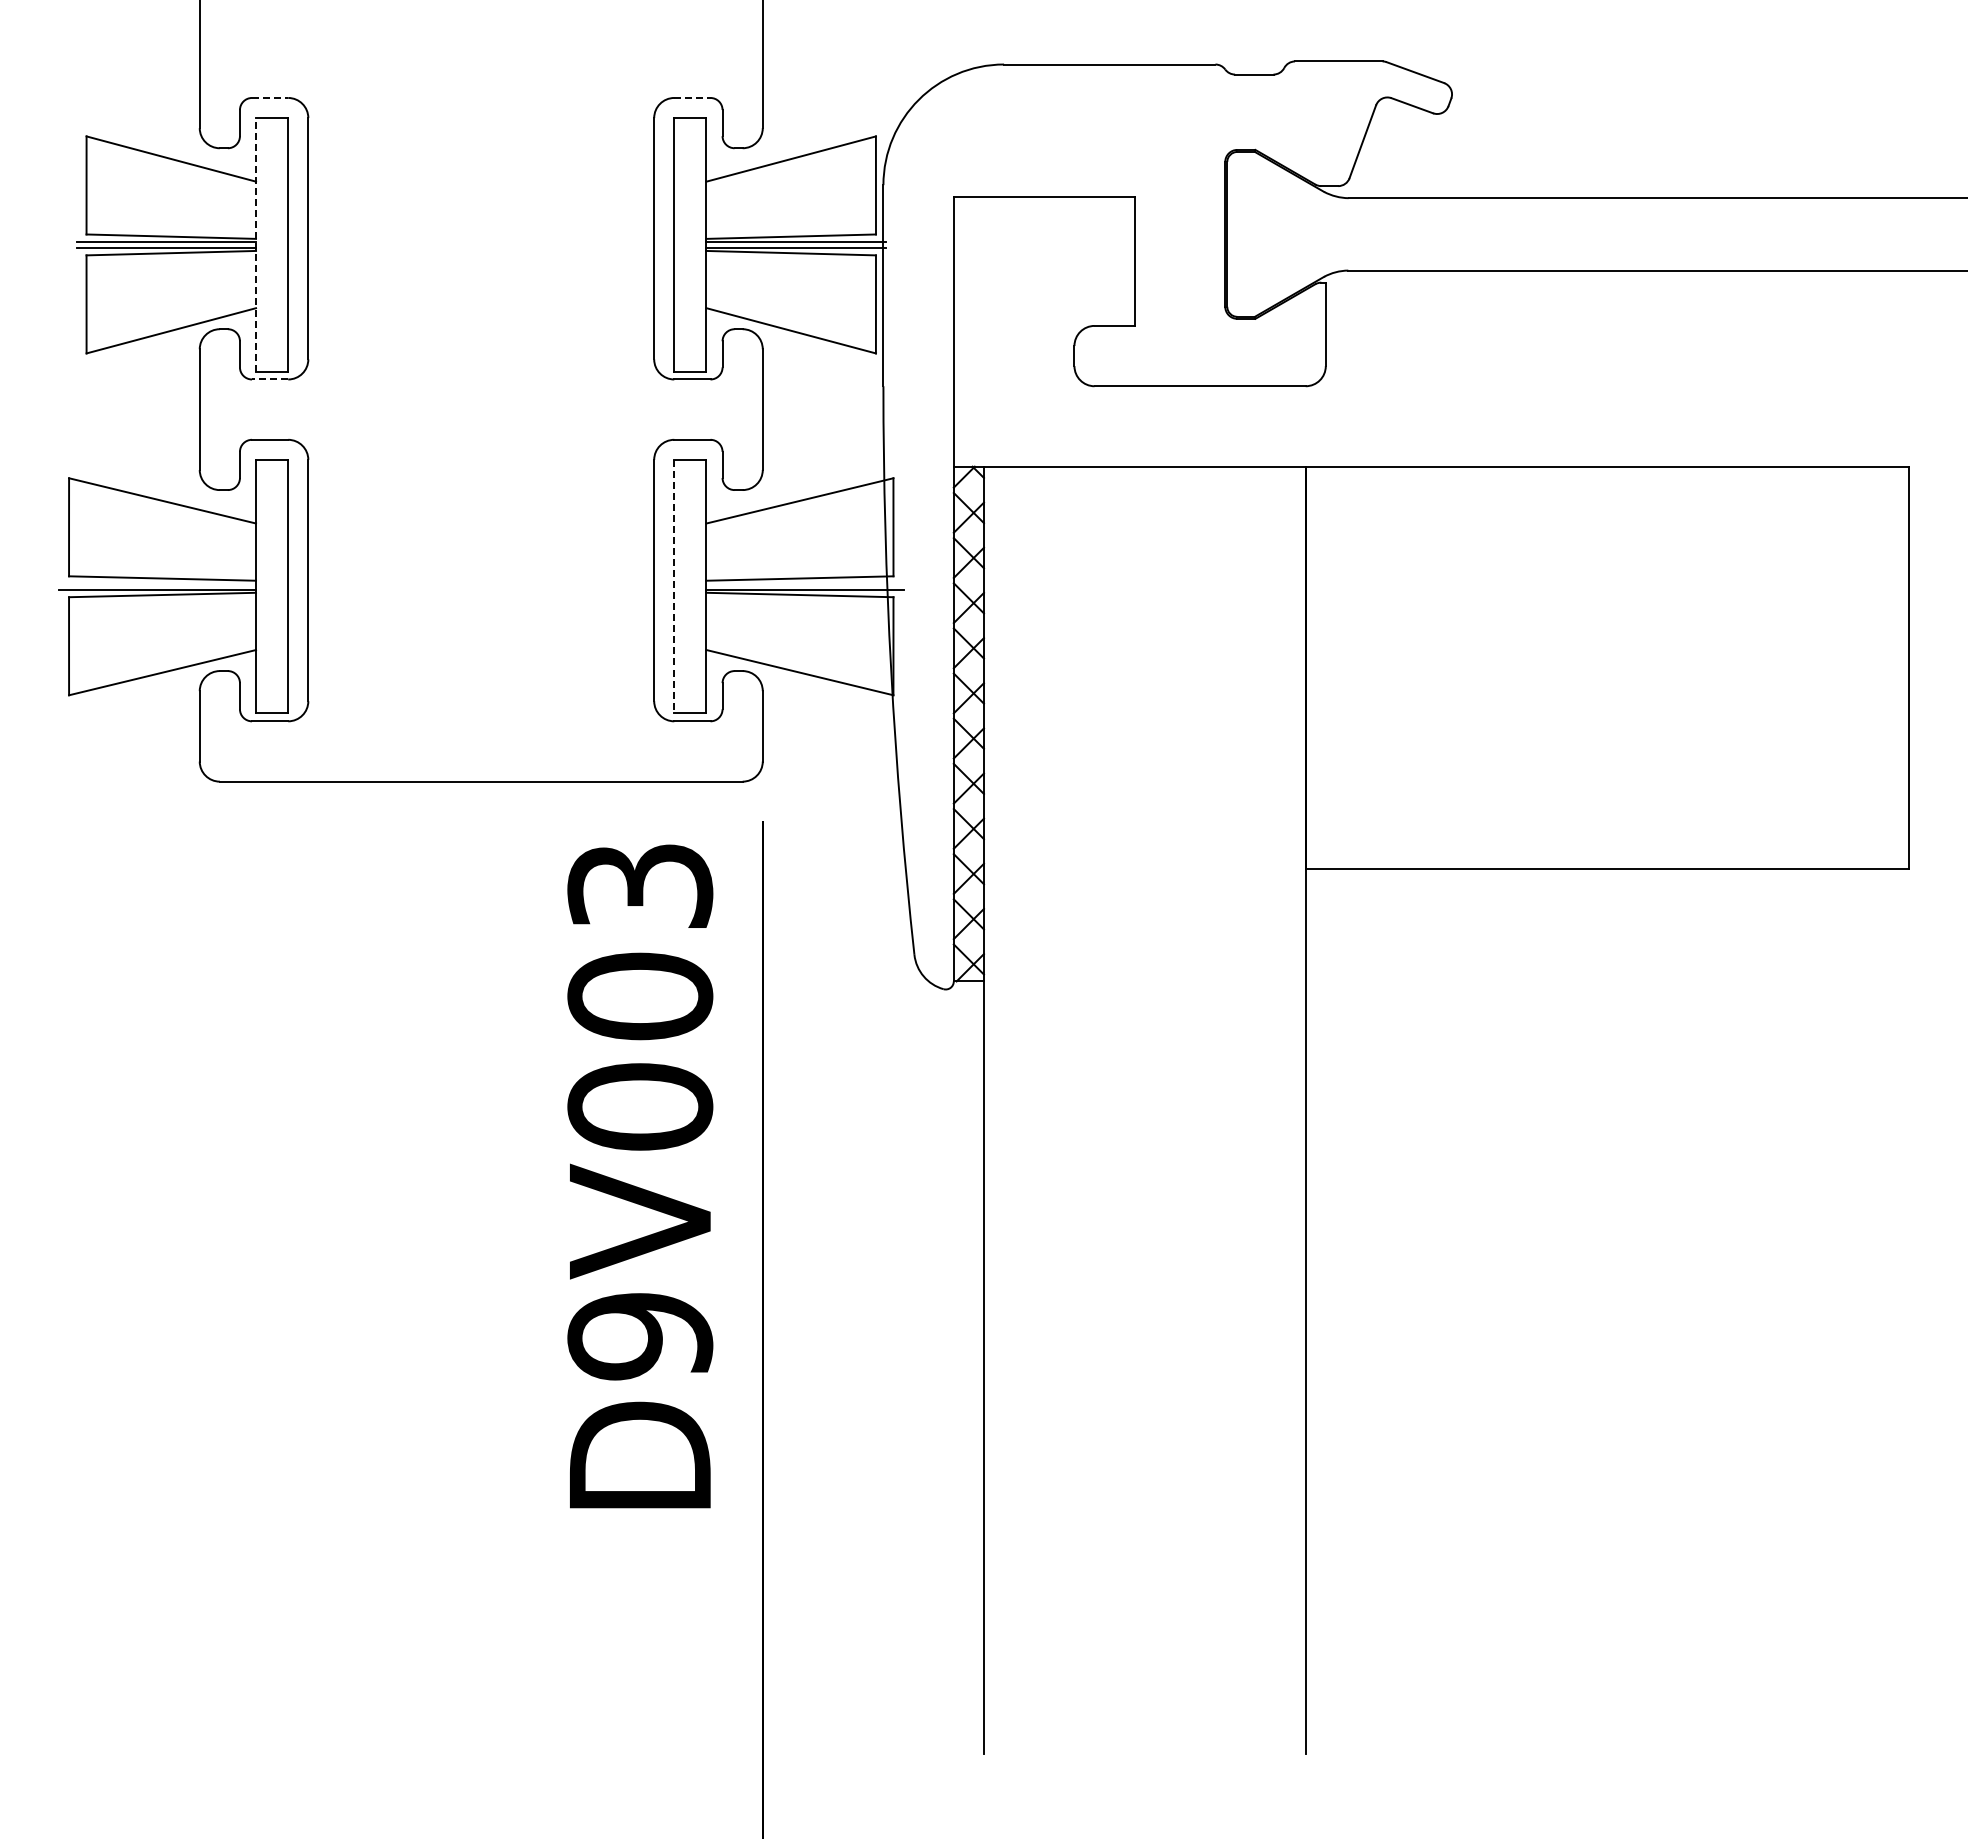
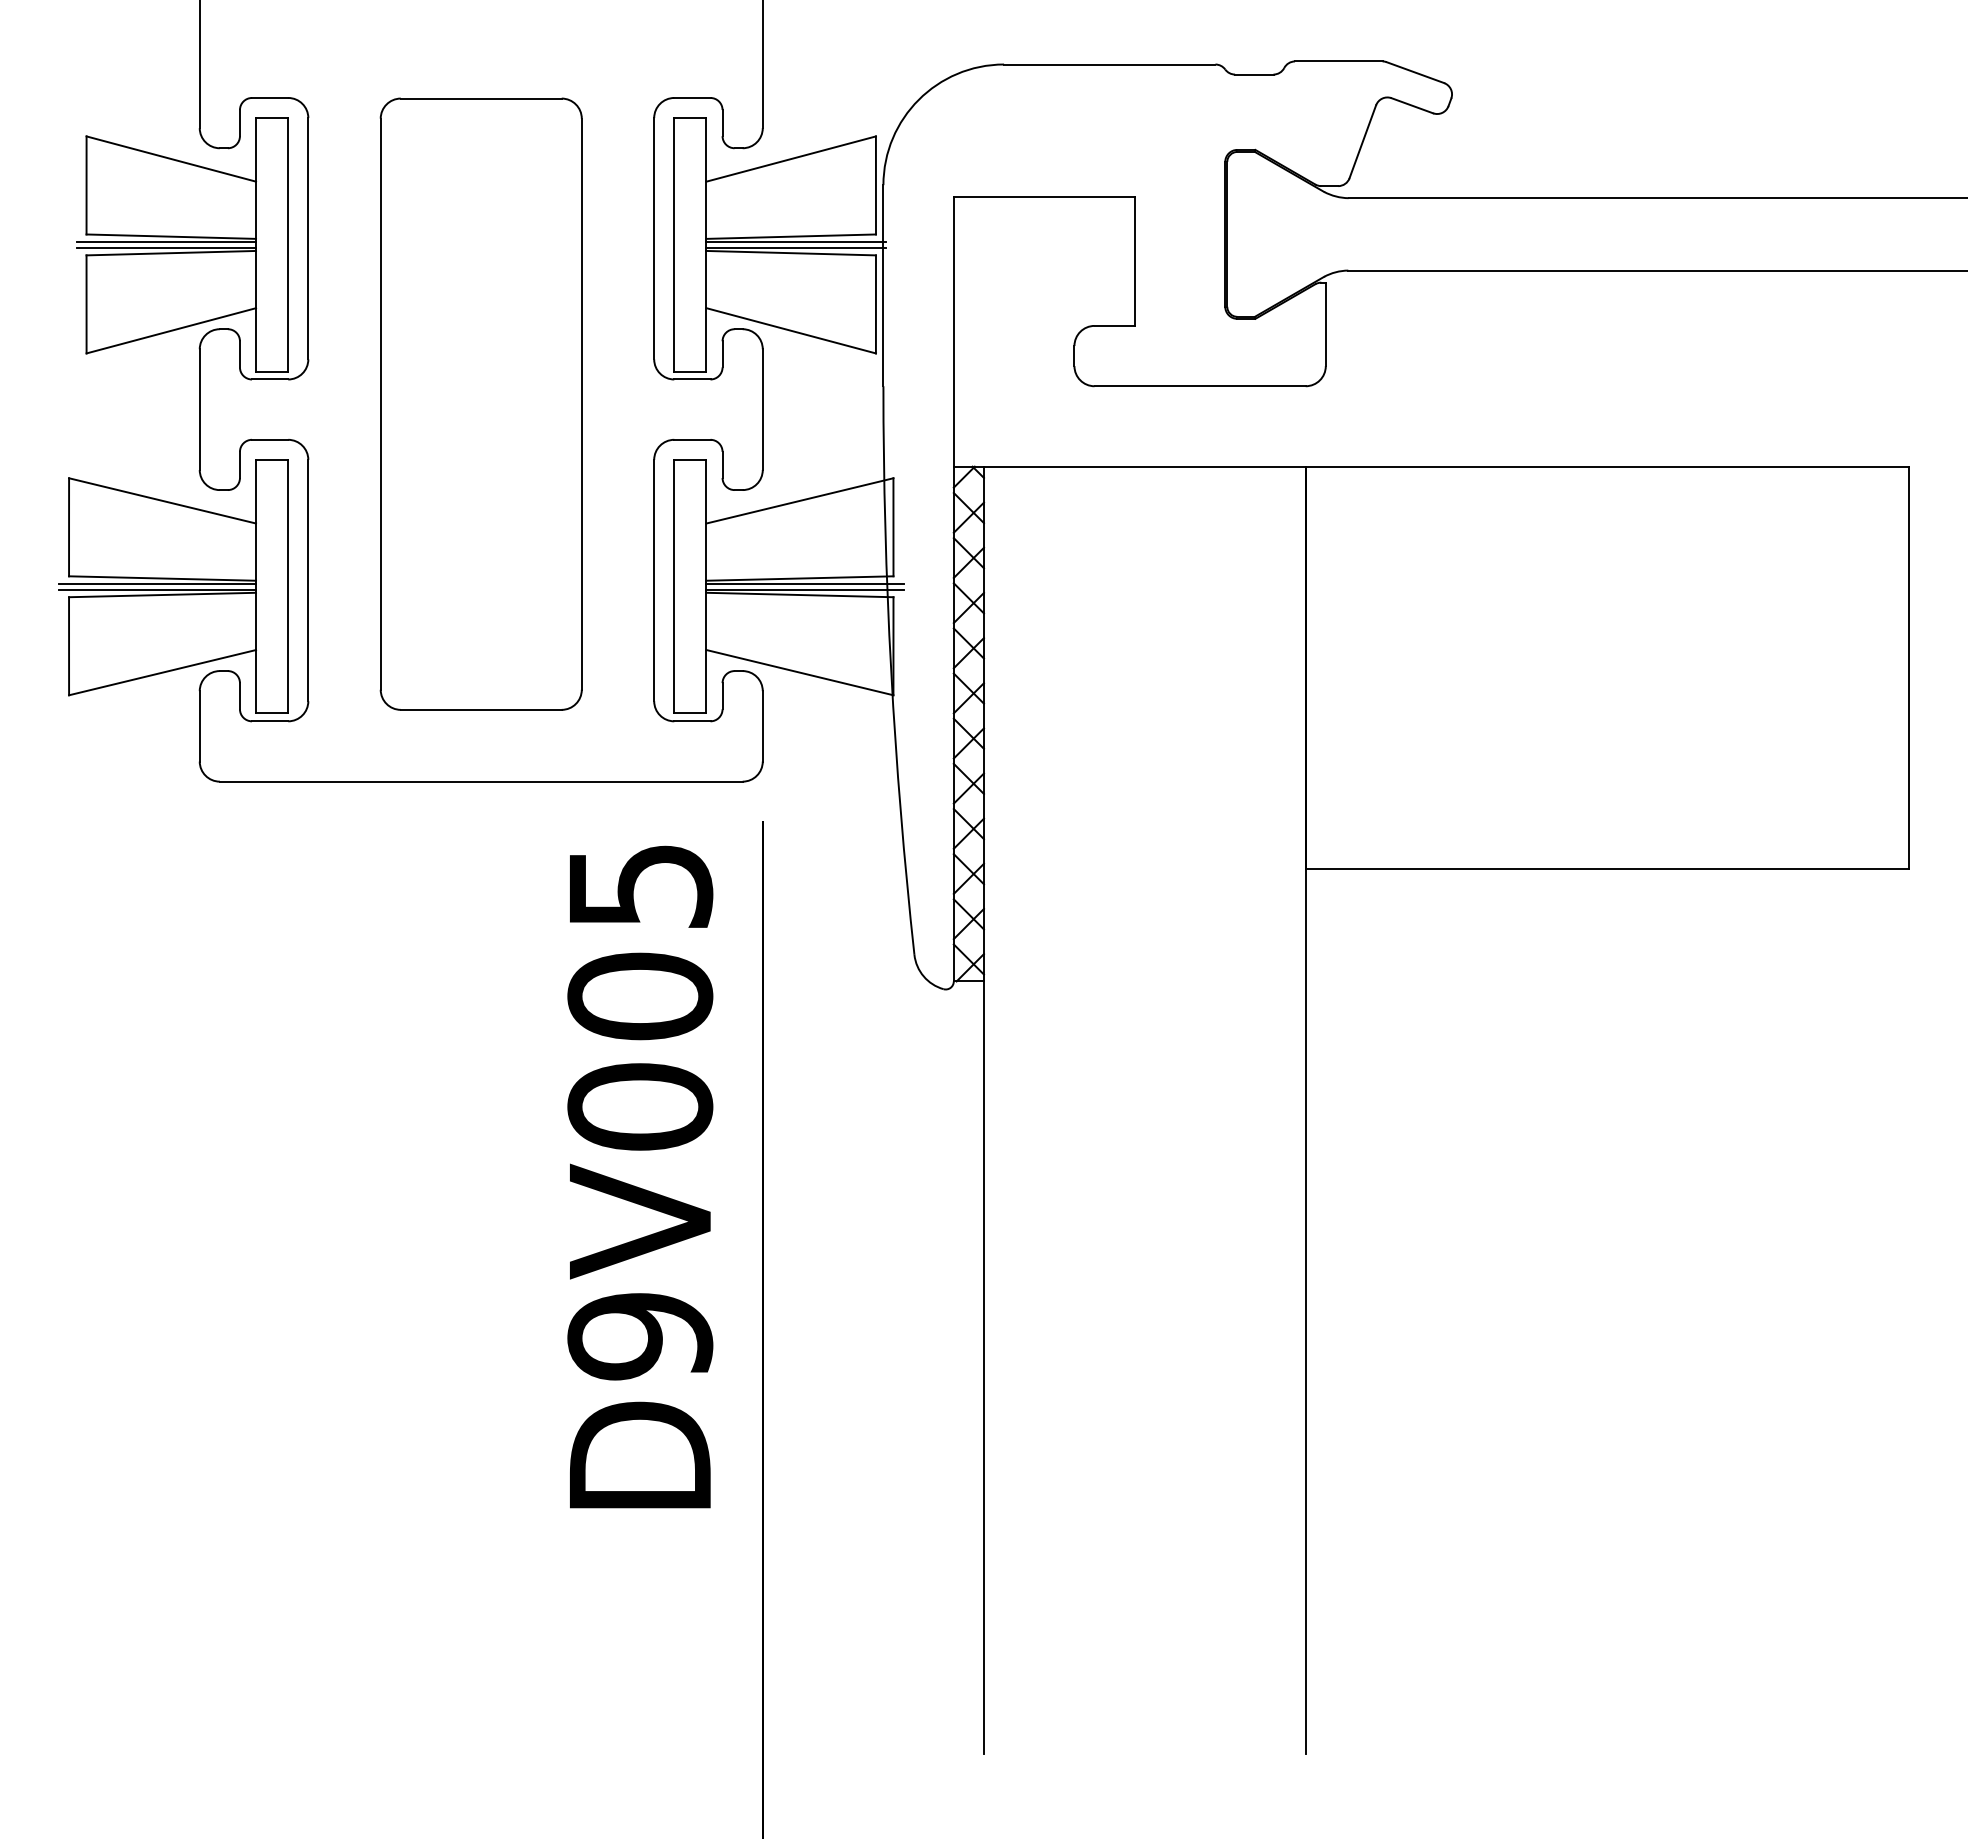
line at (270, 97): dashed -> solid
line at (692, 97): dashed -> solid
line at (256, 244): dashed -> solid
line at (269, 379): dashed -> solid
part at (480, 403): none -> present
line at (157, 583): none -> present
line at (804, 583): none -> present
line at (674, 586): dashed -> solid
text at (639, 885): D9V003 -> D9V005
